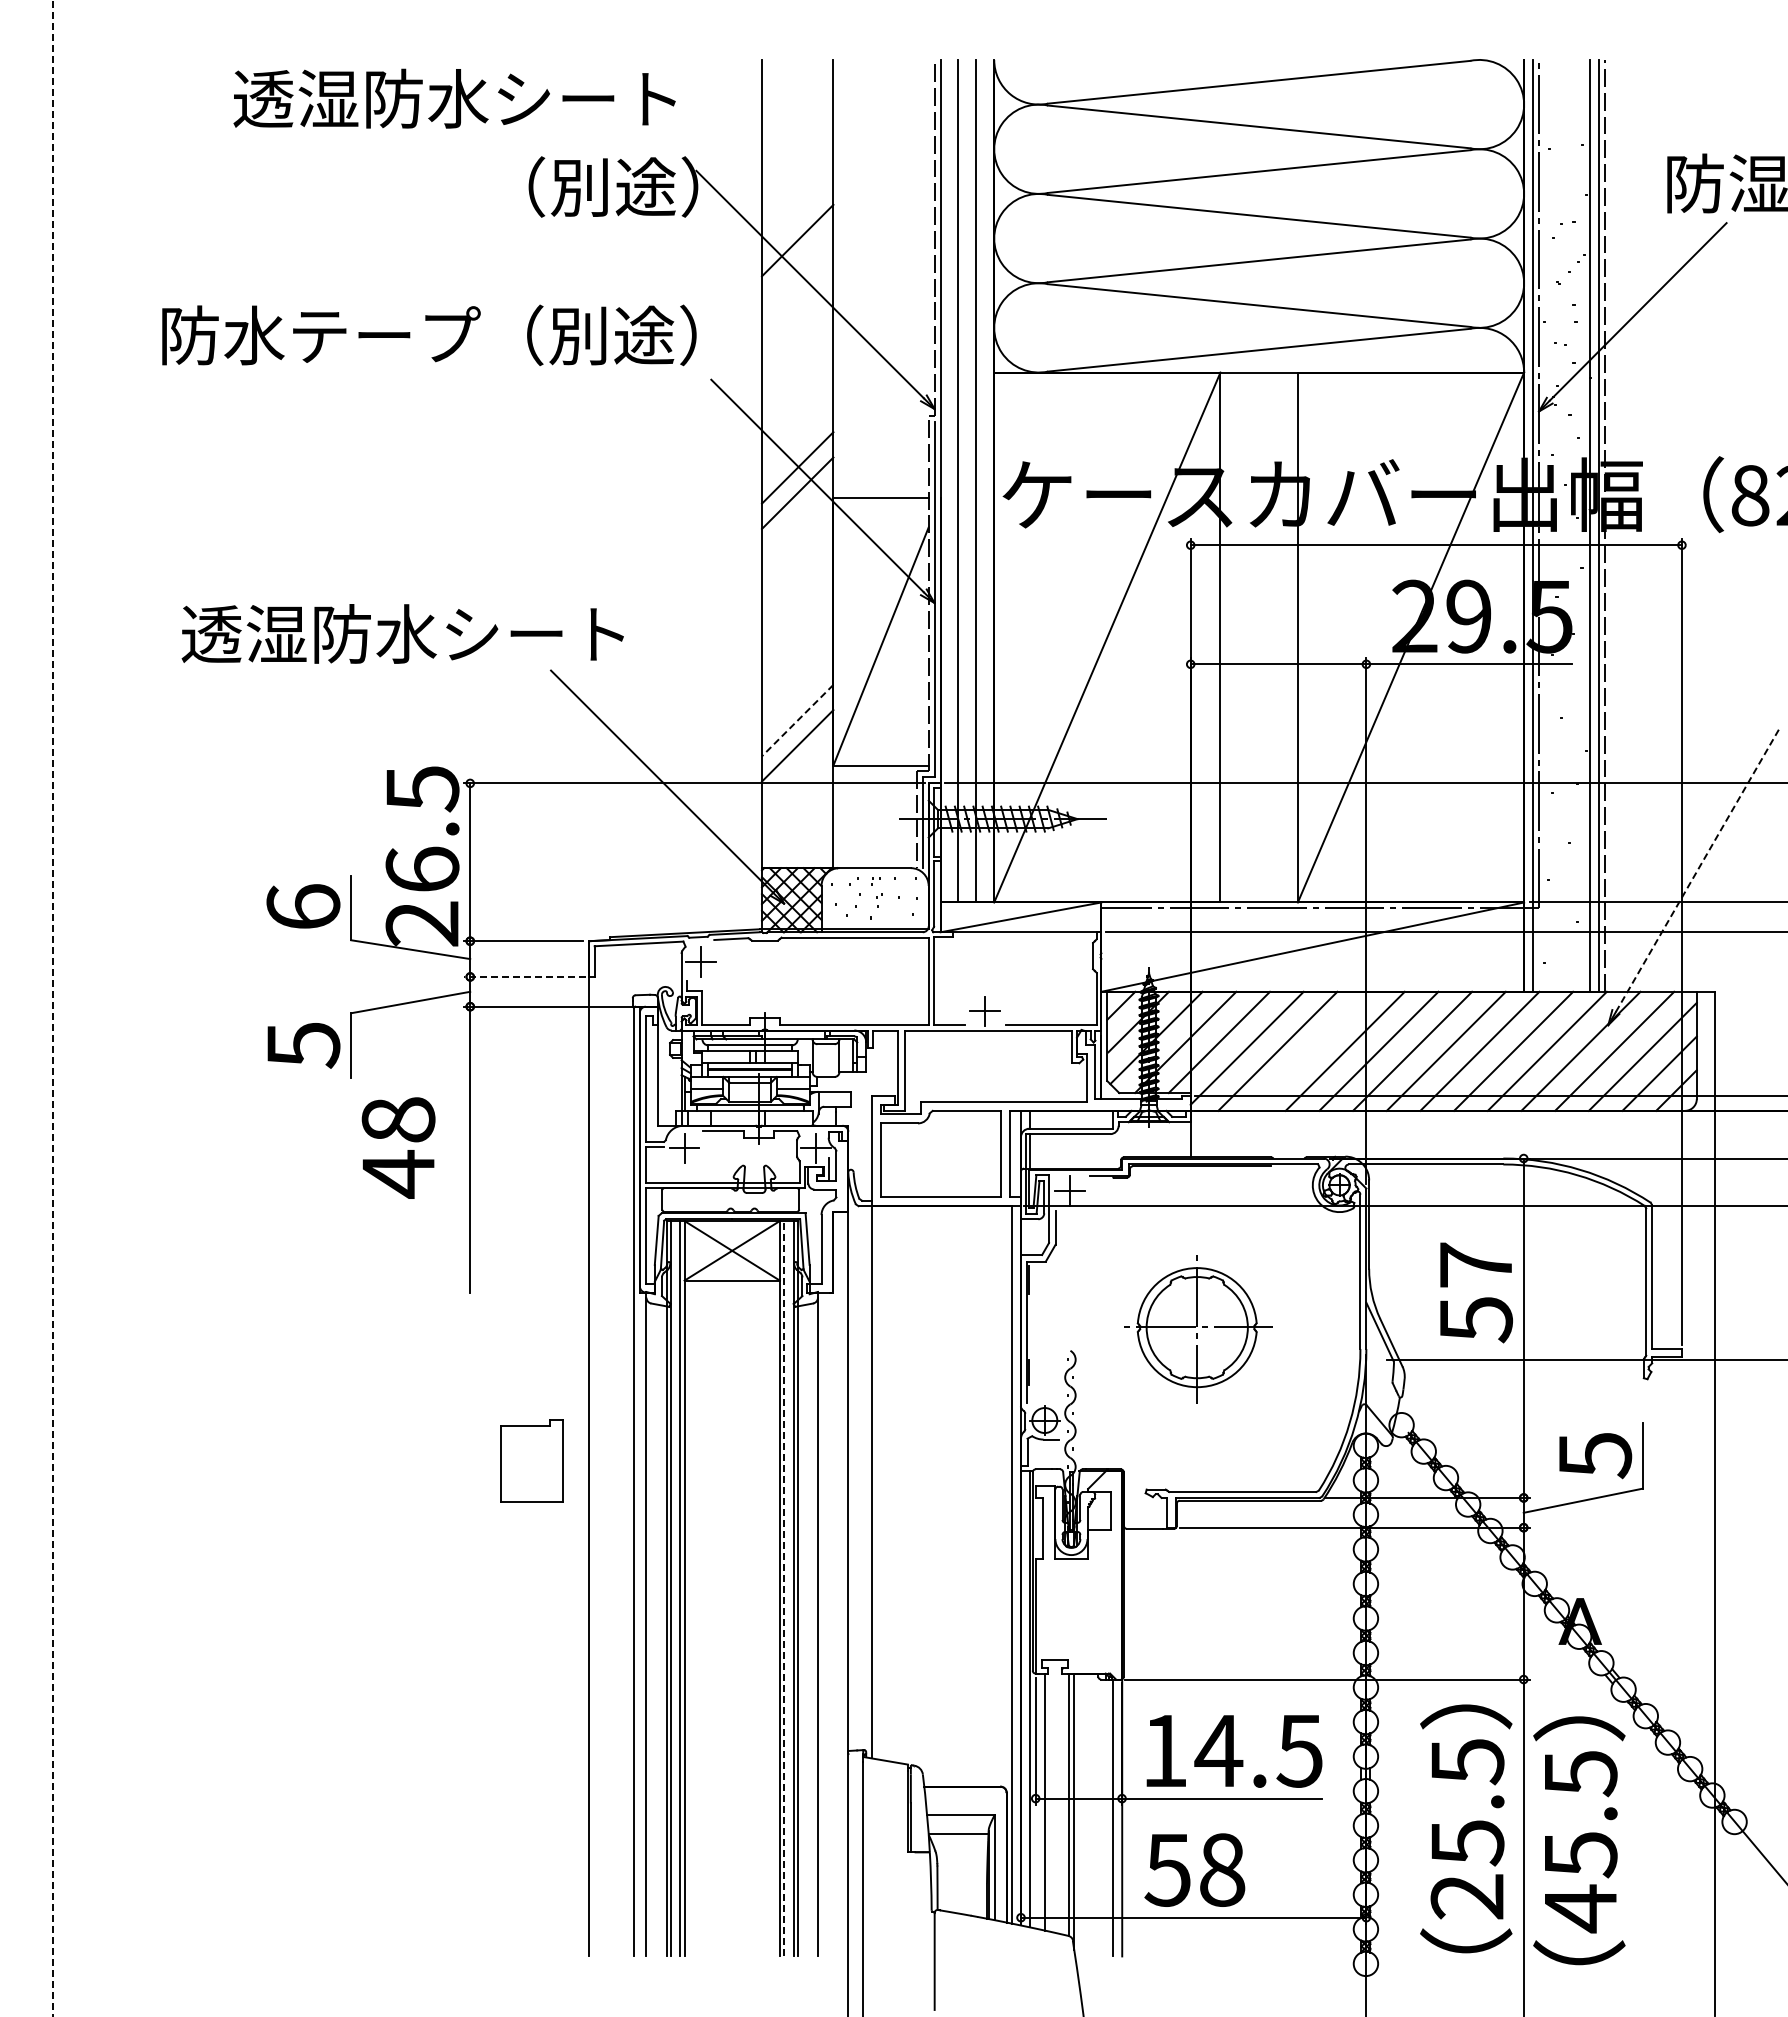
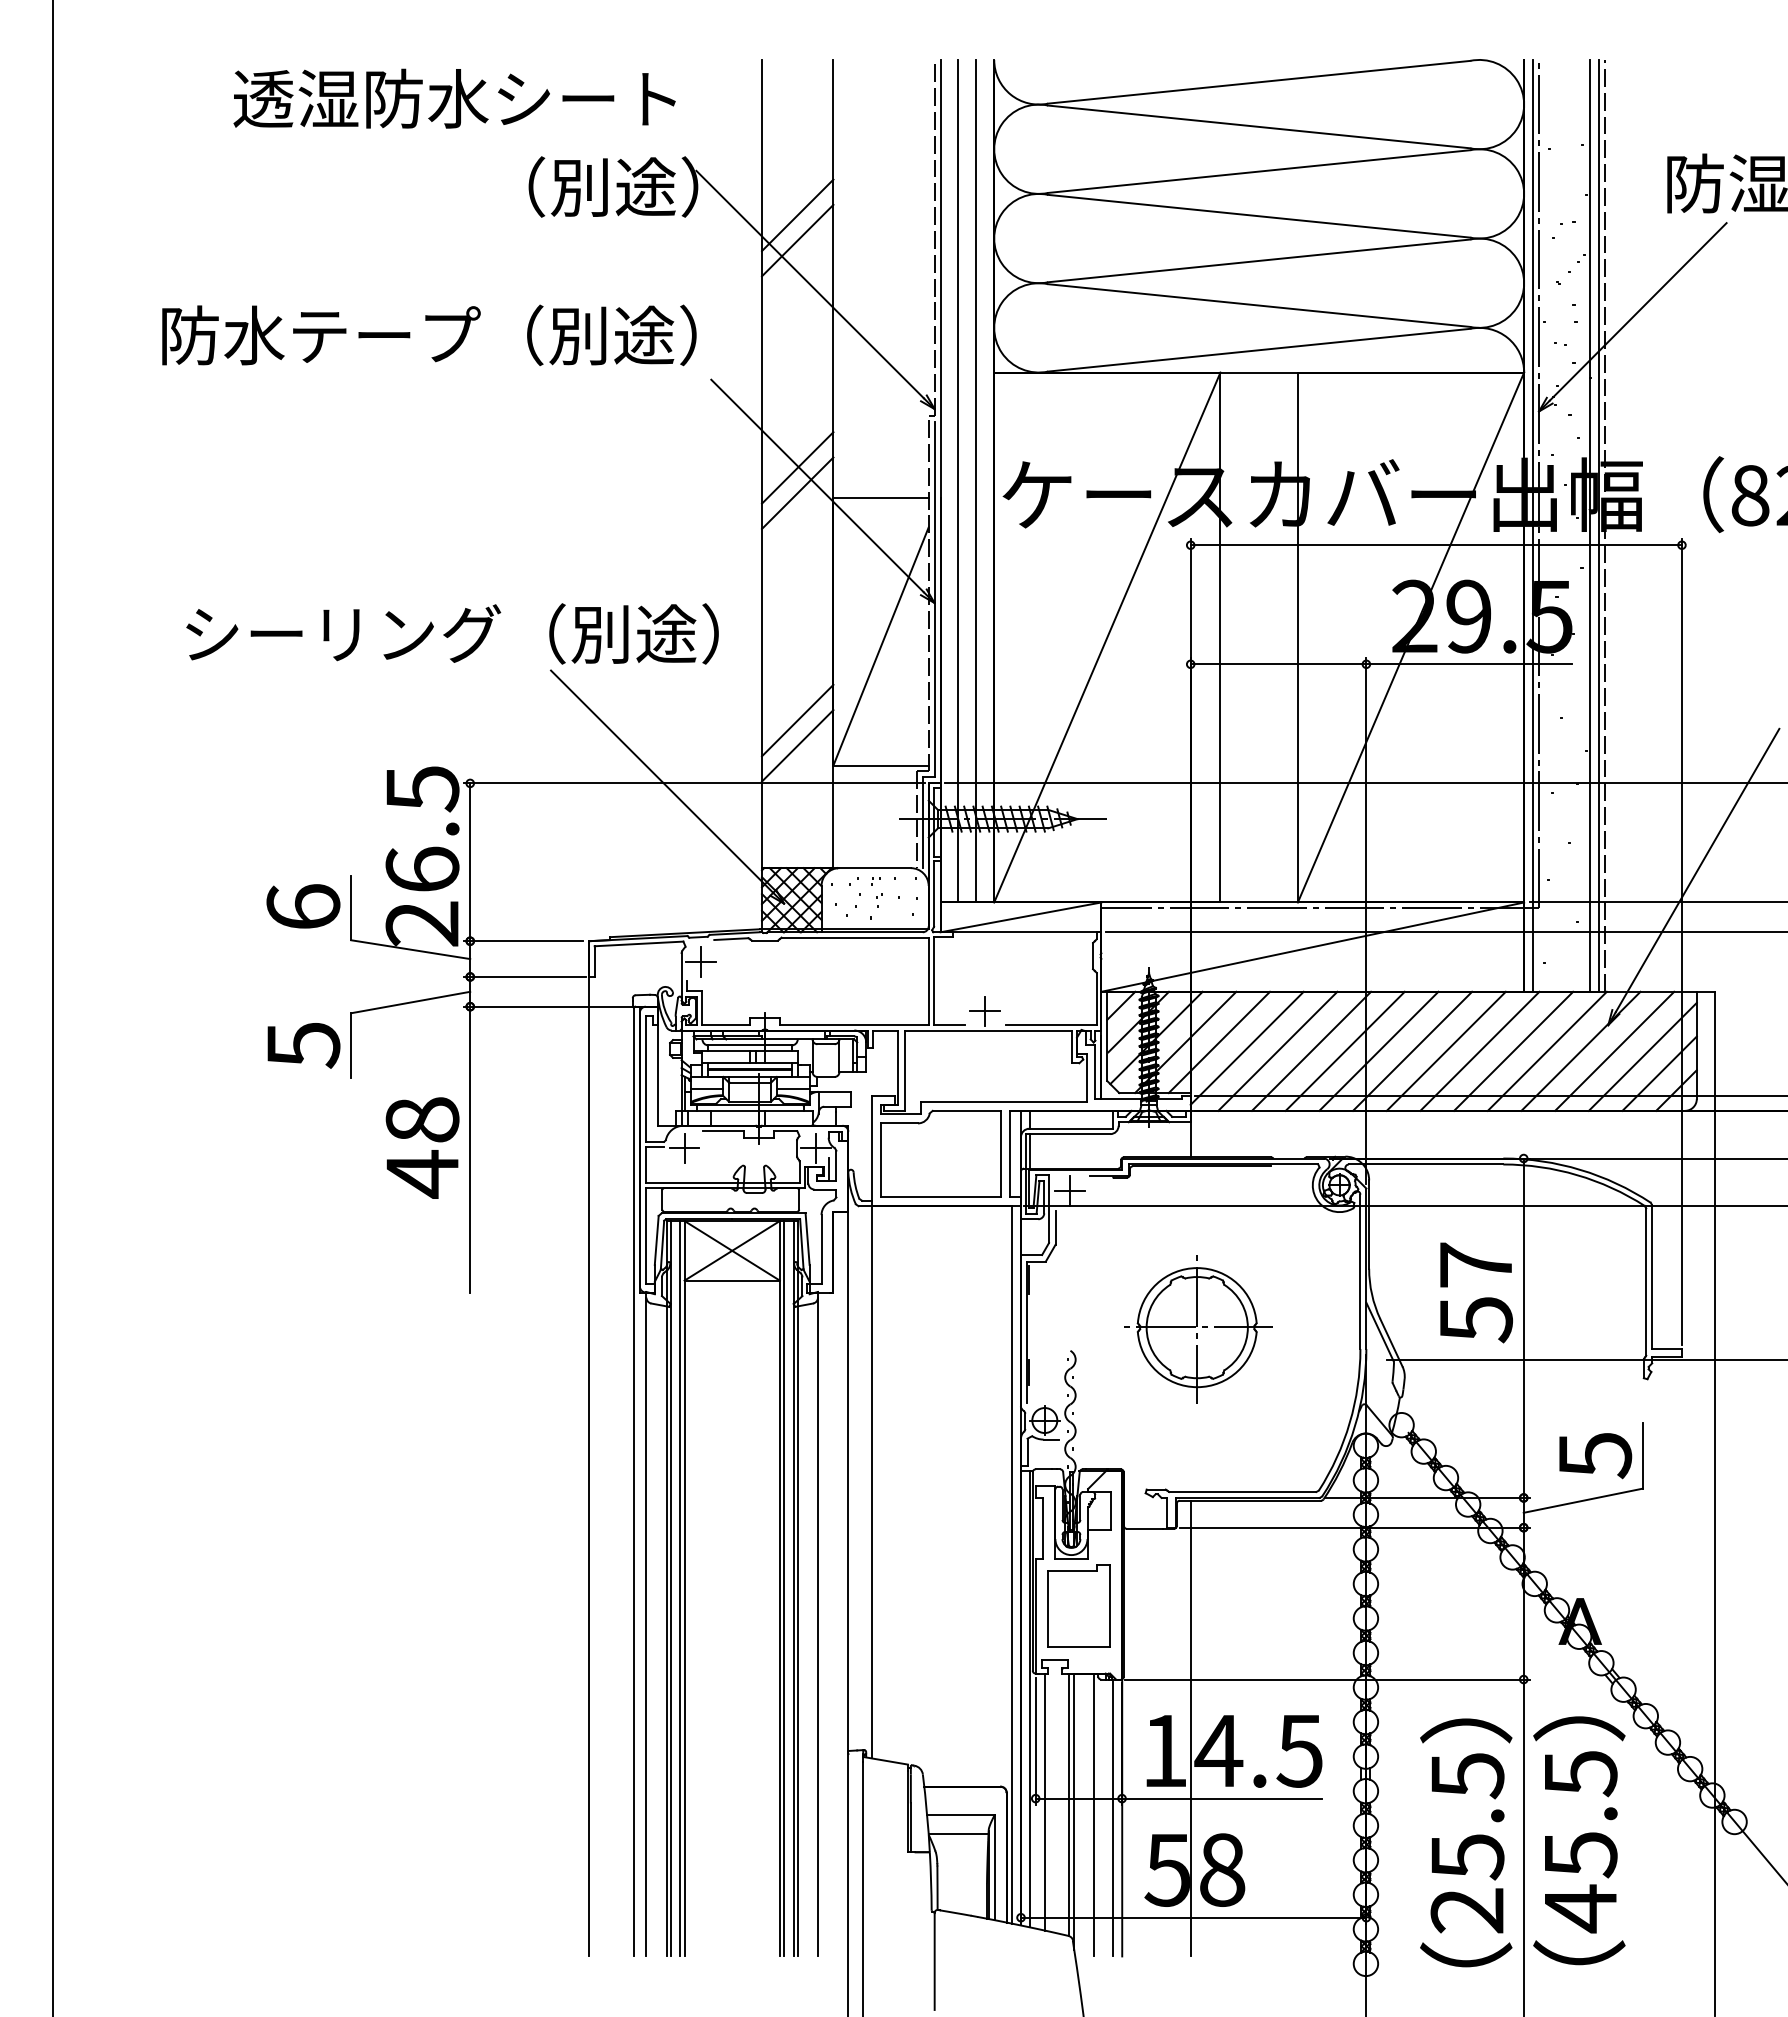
line at (797, 215): none -> present
text at (449, 633): 透湿防水シート -> シーリング（別途）
line at (797, 720): dashed -> solid
line at (1697, 870): dashed -> solid
line at (525, 976): dashed -> solid
line at (53, 1009): dashed -> solid
line at (1311, 1050): none -> present
text at (398, 1147) position: (398, 1147) -> (422, 1147)
part at (531, 1460) position: (531, 1460) -> (1078, 1605)
line at (784, 1588): dashed -> solid
line at (1190, 1728): none -> present
line at (1093, 1814): none -> present
text at (1466, 1828) position: (1466, 1828) -> (1466, 1842)
